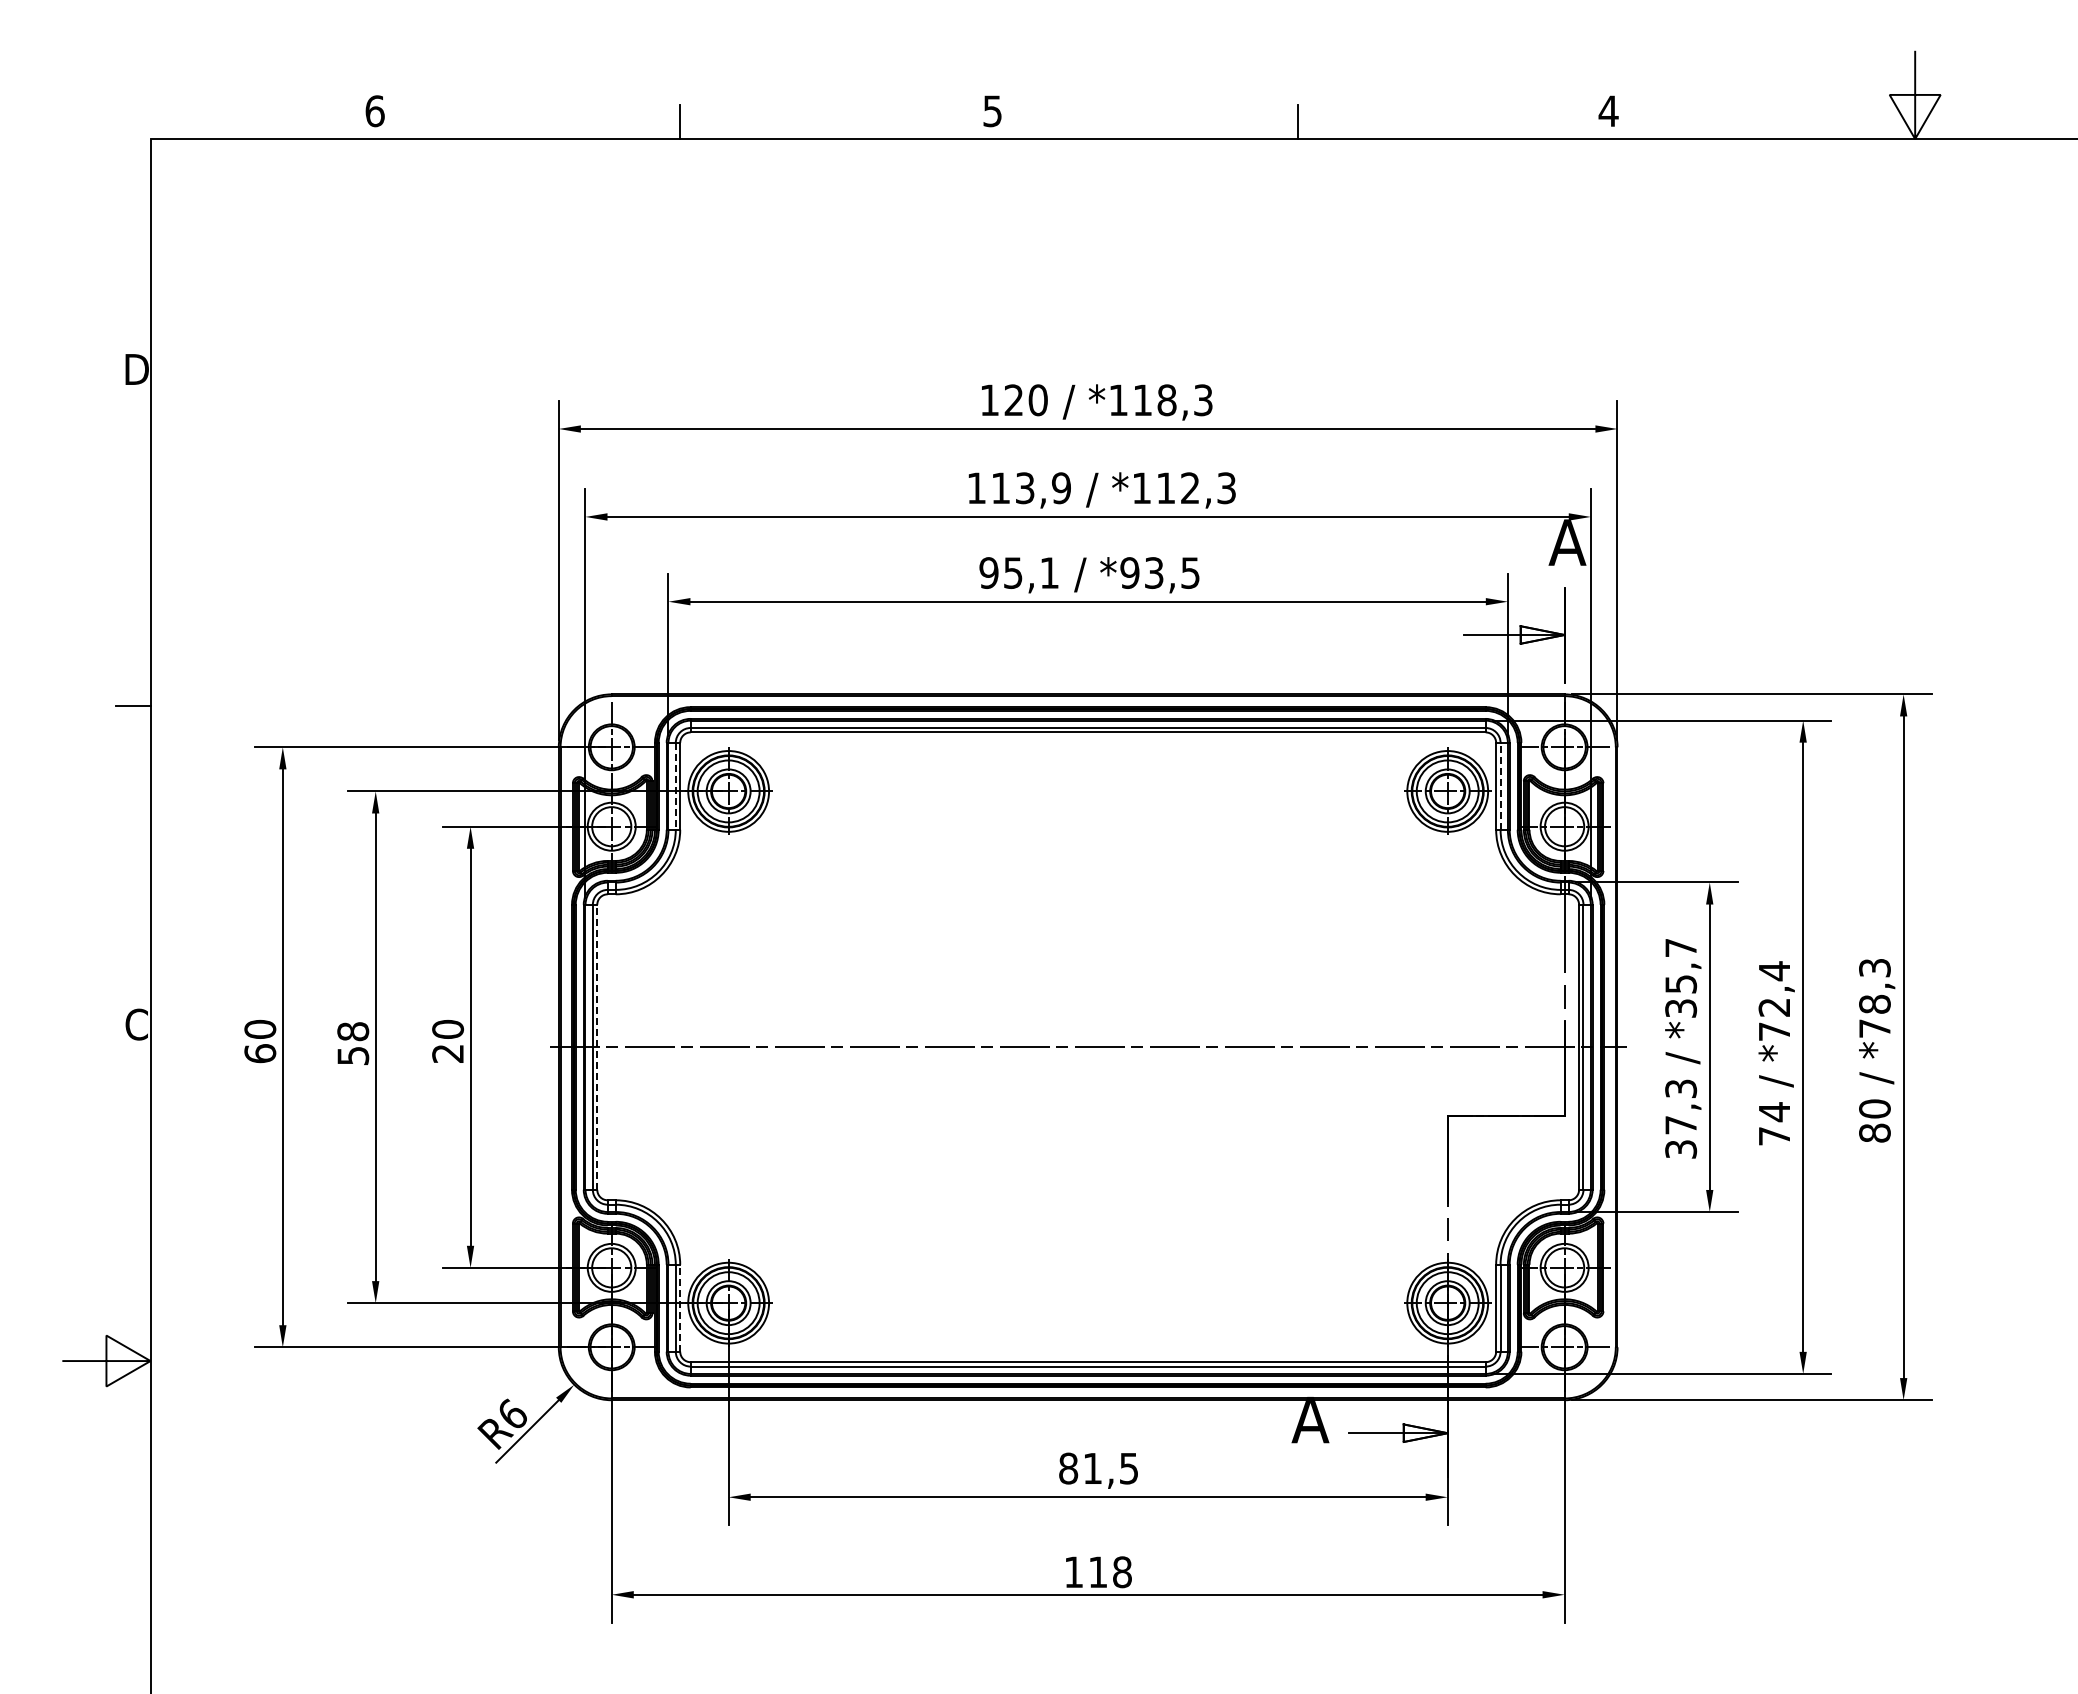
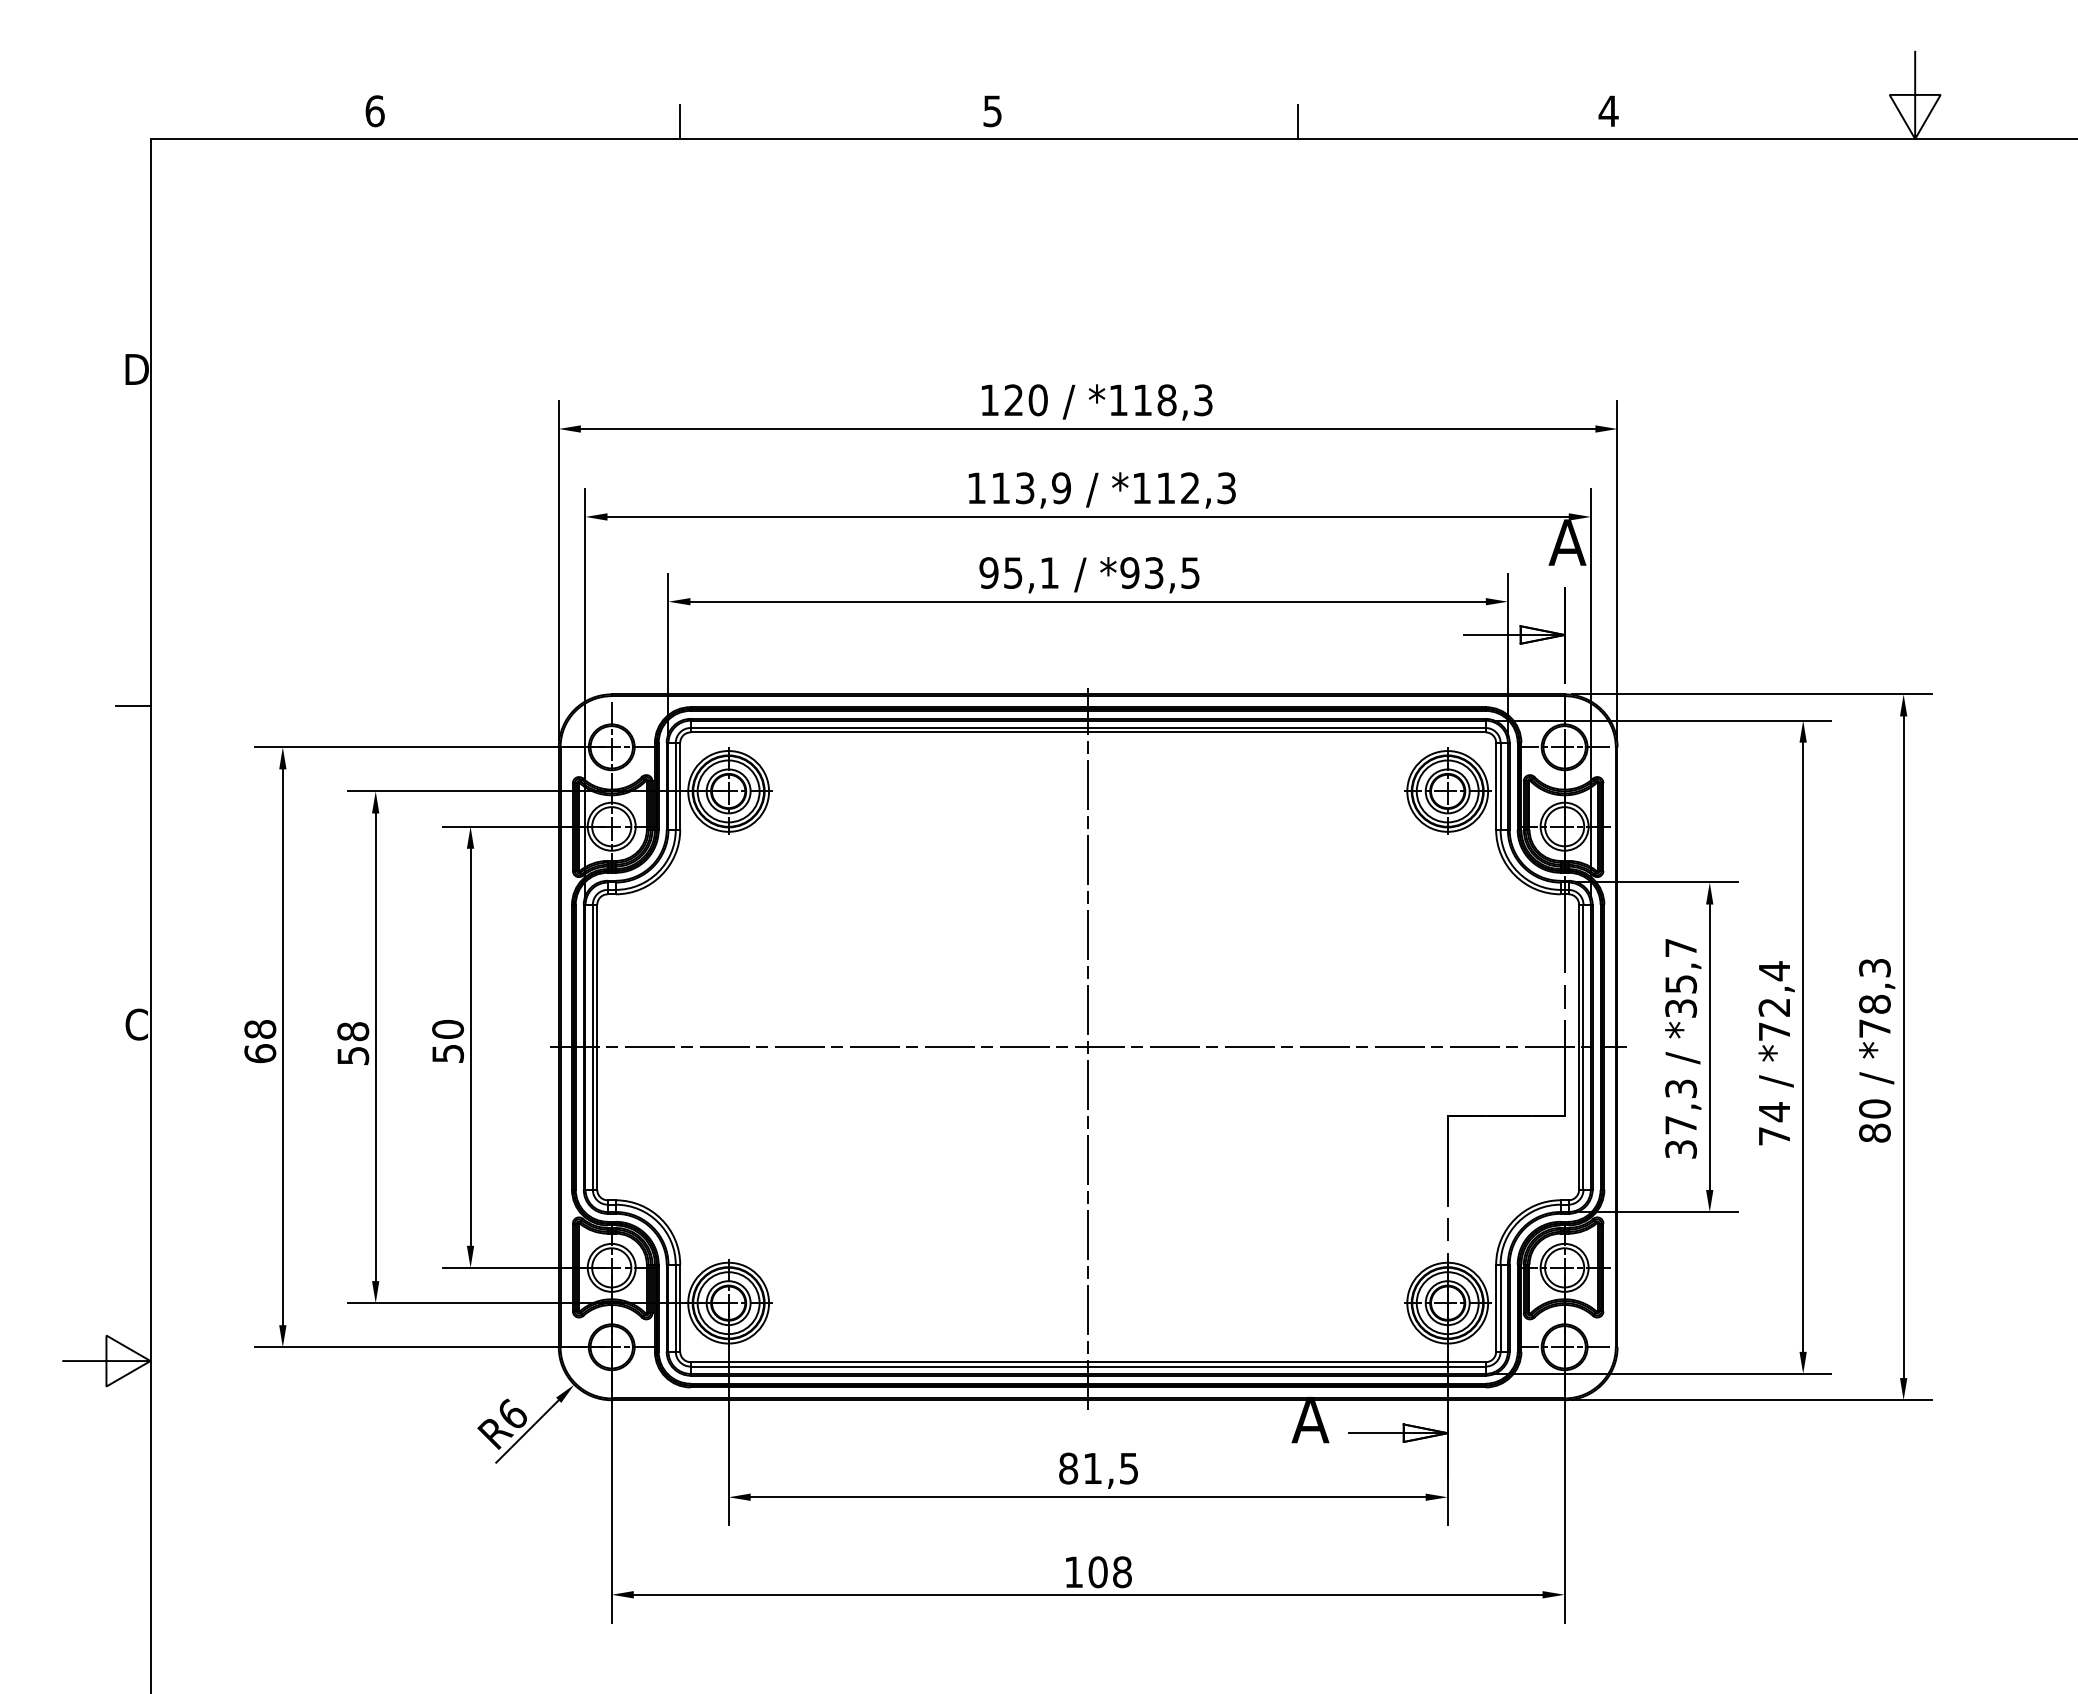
line at (1500, 785): dashed -> solid
line at (675, 786): dashed -> solid
text at (260, 1028): 60 -> 68
line at (597, 1046): dashed -> solid
line at (1088, 1048): none -> present
text at (448, 1053): 20 -> 50
line at (680, 1307): dashed -> solid
text at (1097, 1572): 118 -> 108
